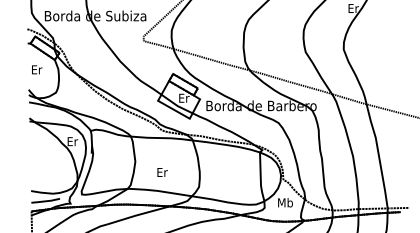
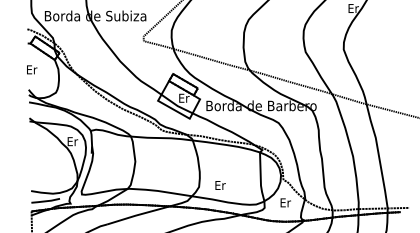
text at (37, 69) position: (37, 69) -> (32, 69)
text at (162, 172) position: (162, 172) -> (220, 185)
text at (285, 202): Mb -> Er
